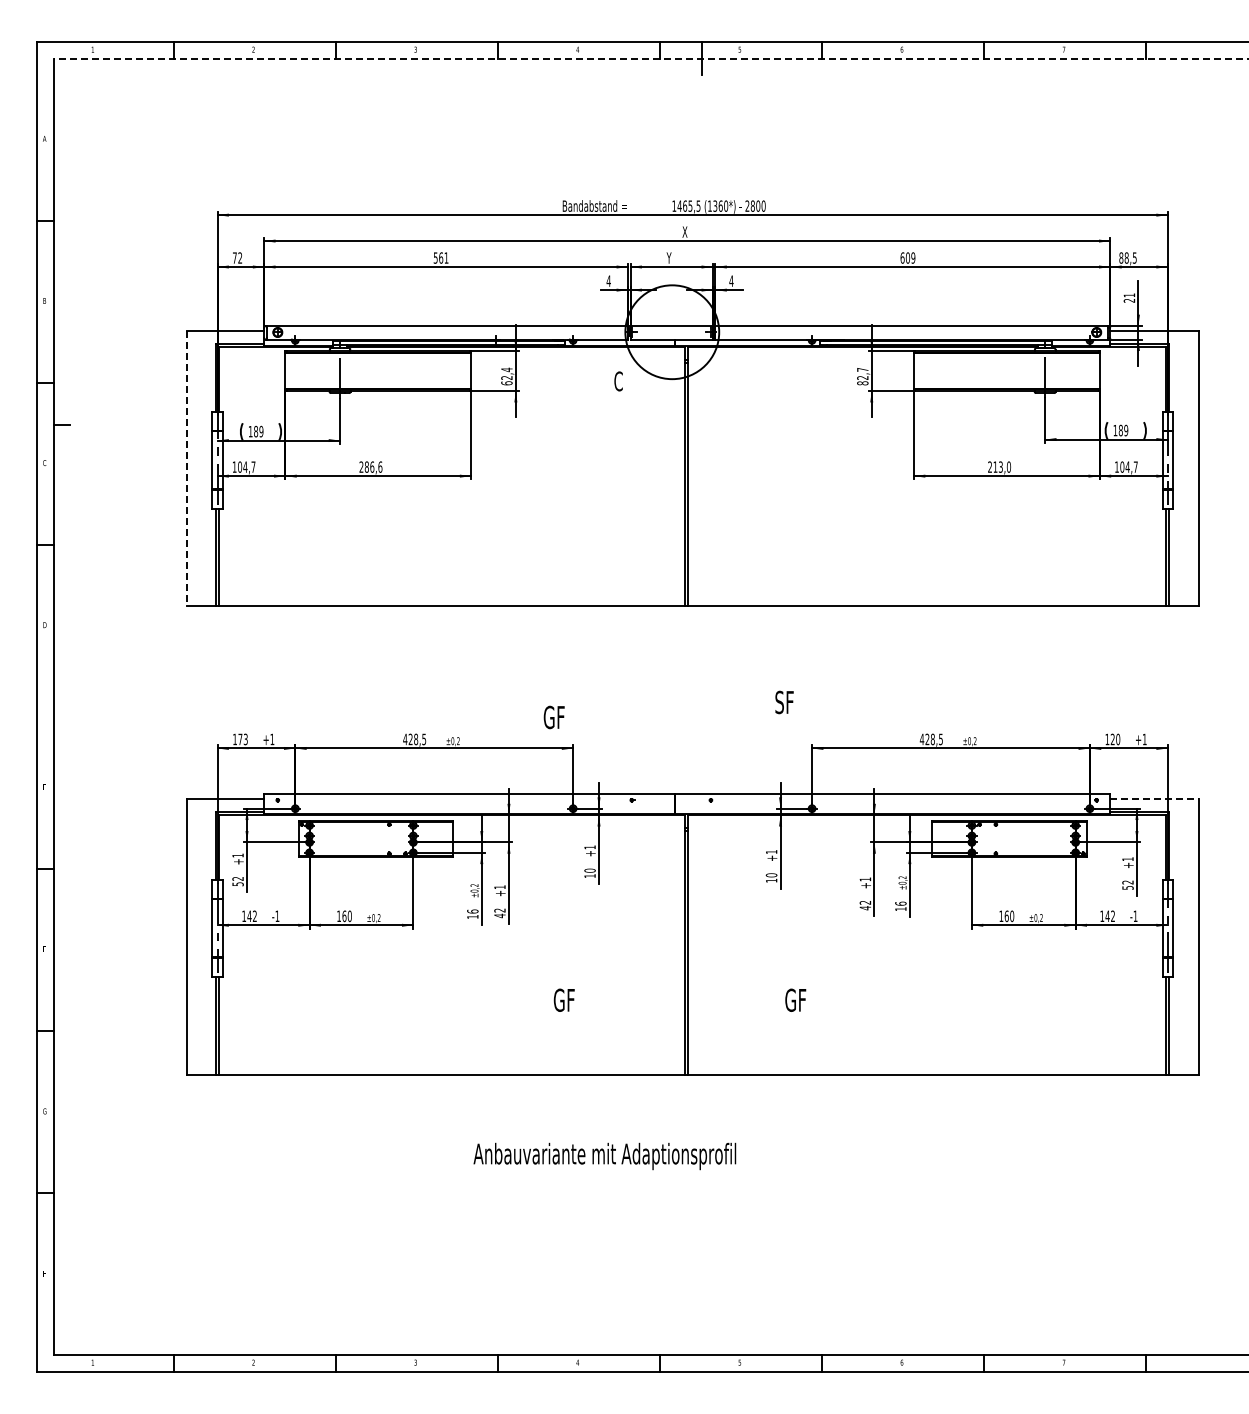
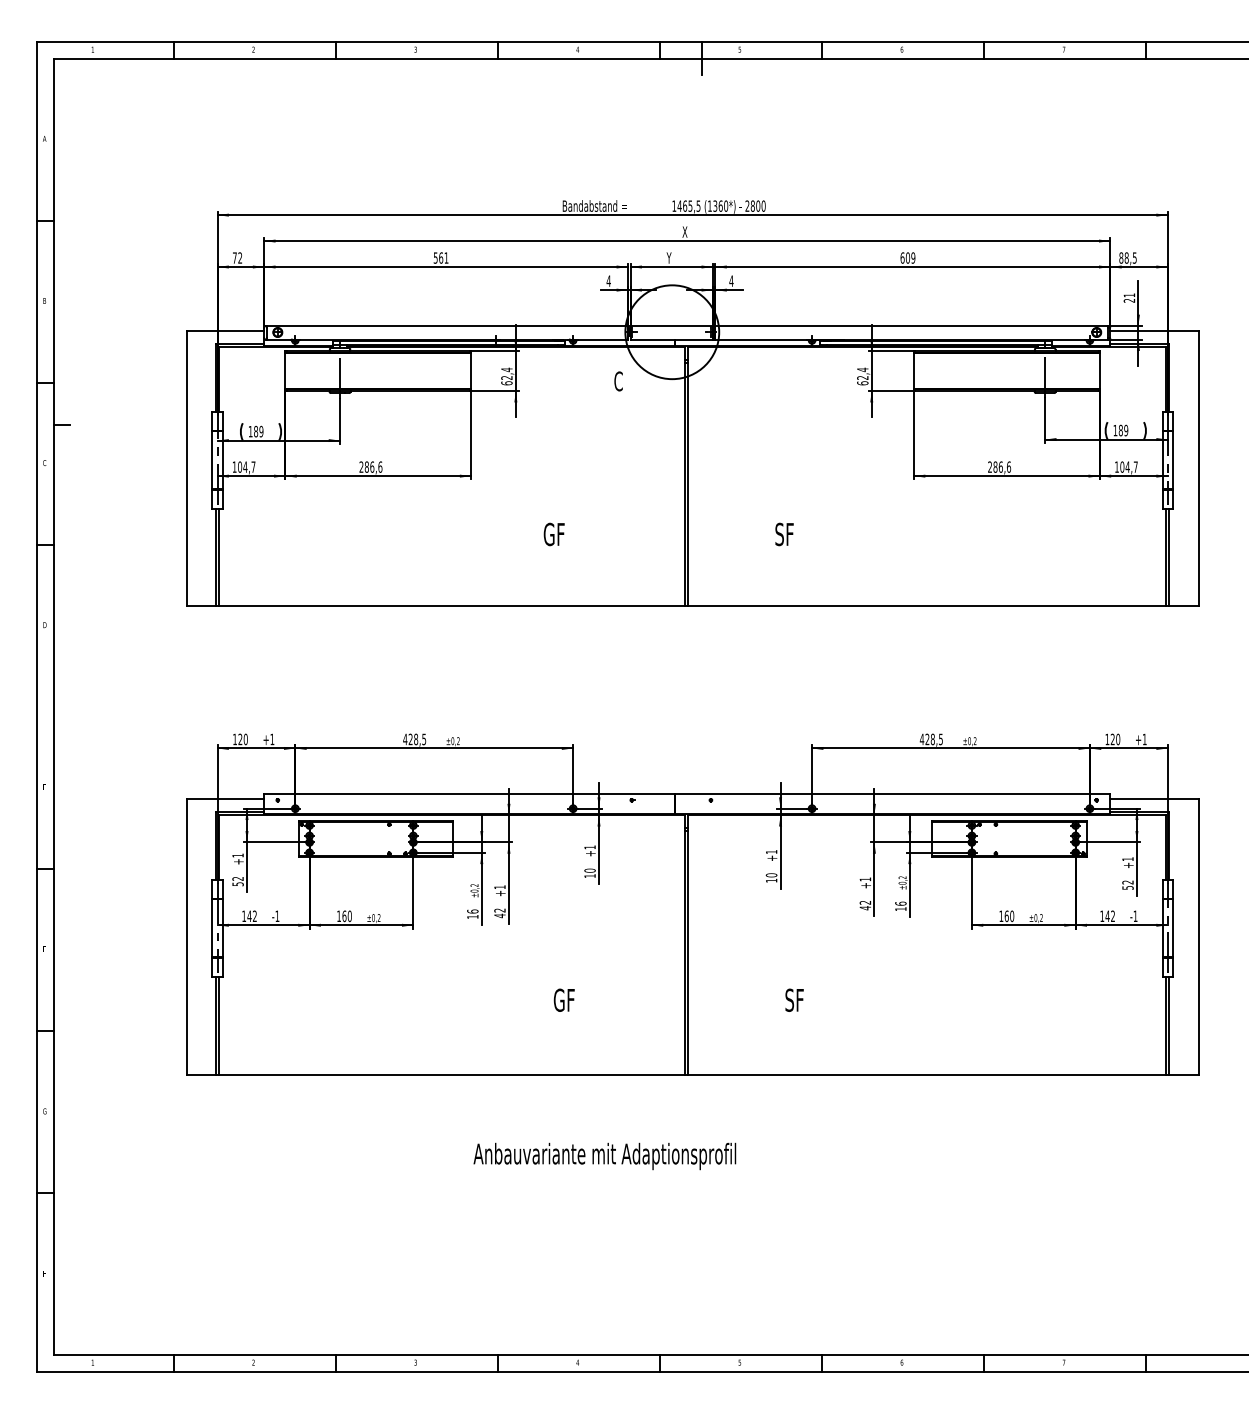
line at (650, 58): dashed -> solid
text at (862, 376): 82,7 -> 62,4
text at (1002, 466): 213,0 -> 286,6
line at (186, 468): dashed -> solid
text at (784, 702) position: (784, 702) -> (784, 534)
text at (553, 717) position: (553, 717) -> (553, 534)
text at (242, 739): 173 -> 120
line at (1154, 798): dashed -> solid
text at (795, 999): GF -> SF
